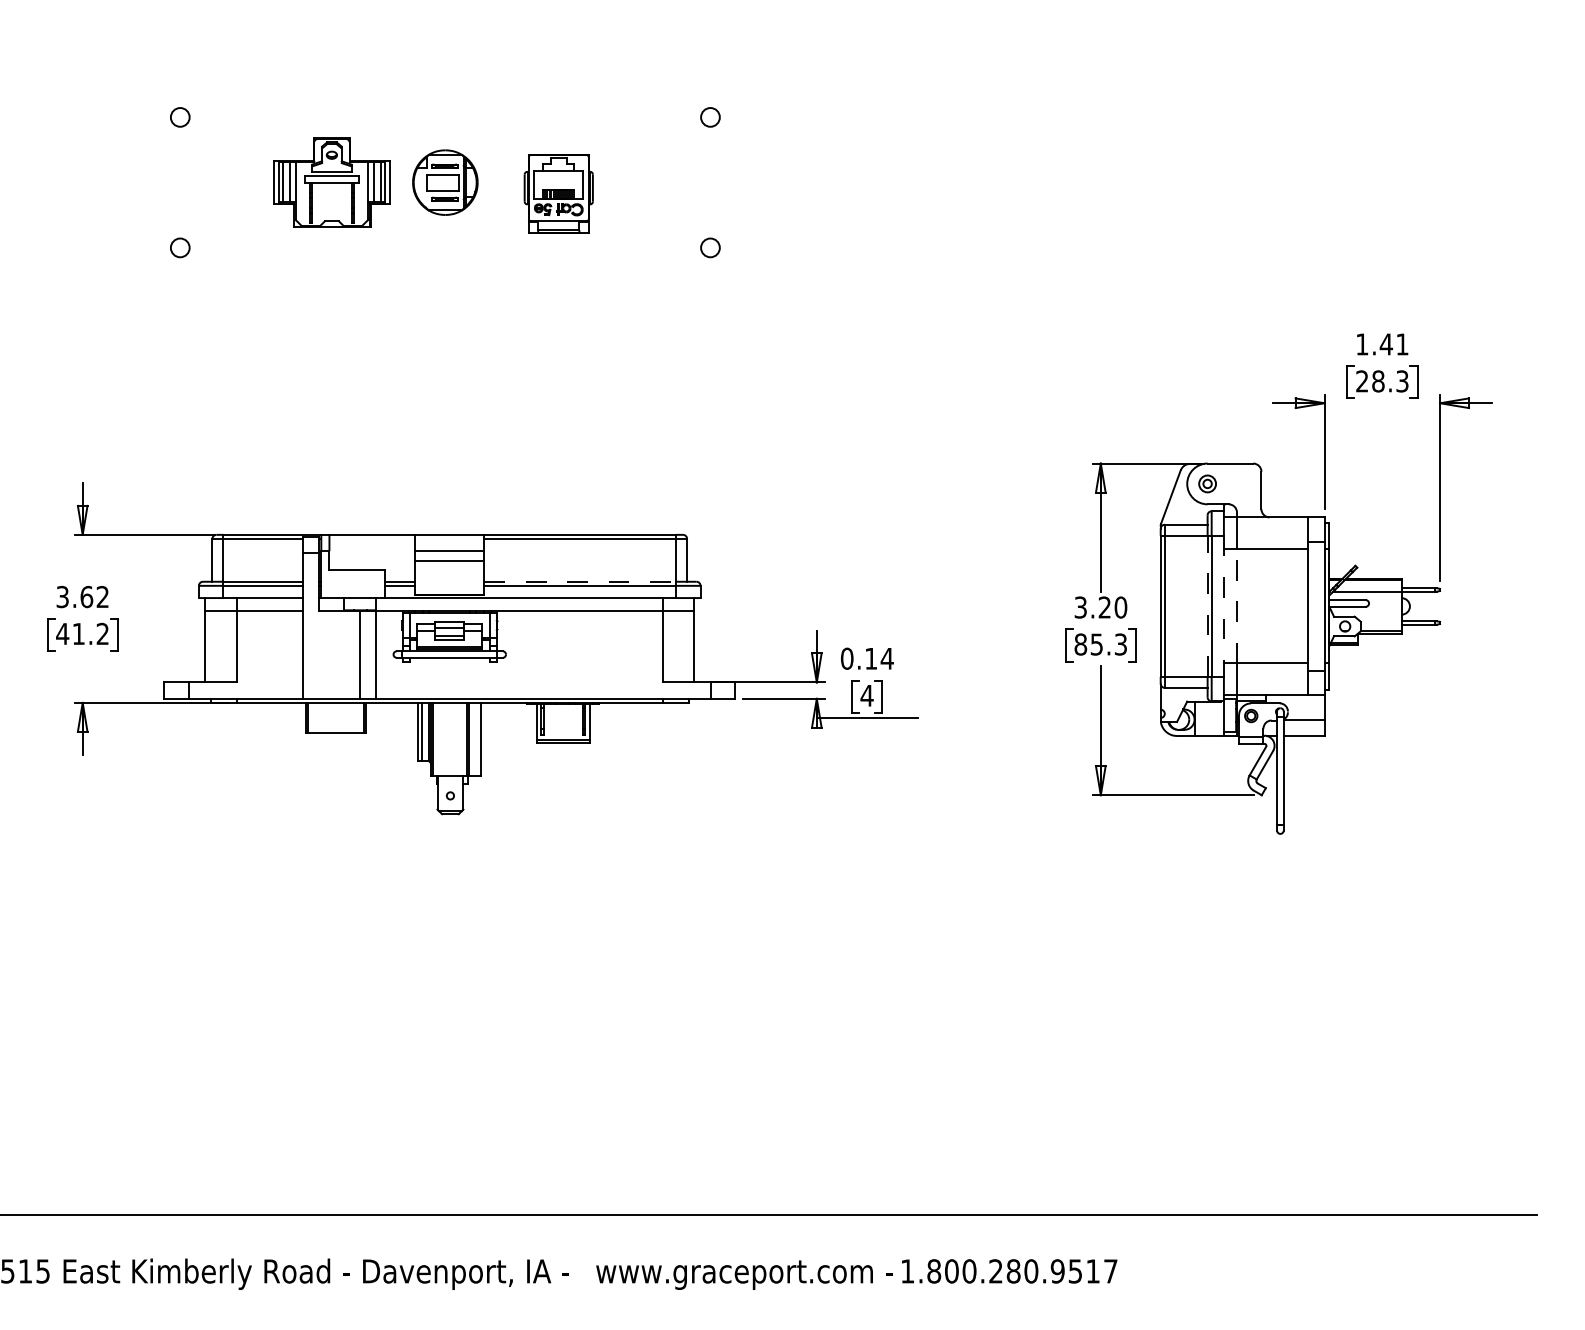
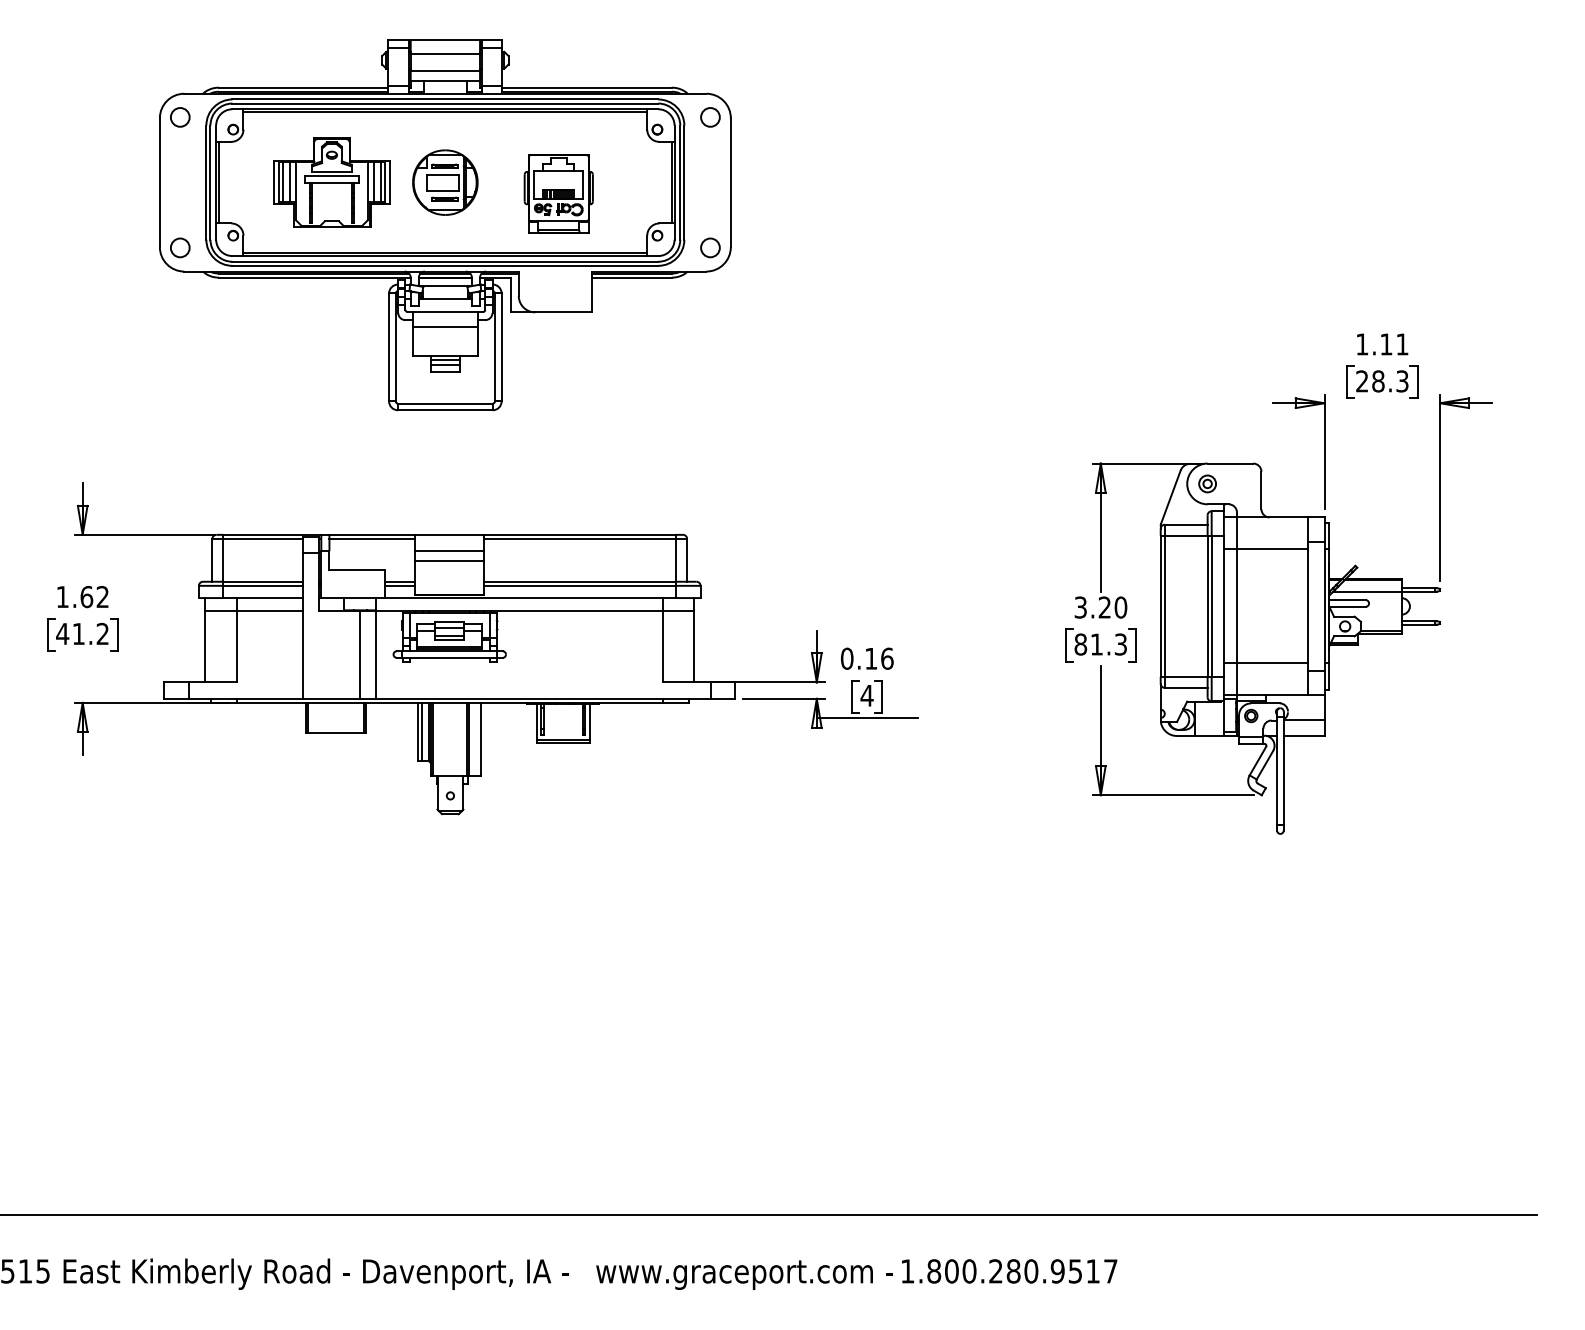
part at (445, 225): none -> present
text at (1386, 344): 1.41 -> 1.11
line at (372, 538): none -> present
line at (580, 581): dashed -> solid
text at (62, 596): 3.62 -> 1.62
line at (1236, 605): dashed -> solid
line at (1207, 606): dashed -> solid
line at (1223, 606): dashed -> solid
text at (1096, 644): 85.3 -> 81.3
text at (886, 658): 0.14 -> 0.16
